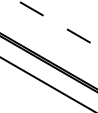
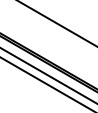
line at (57, 23): dashed -> solid
line at (48, 75): none -> present
